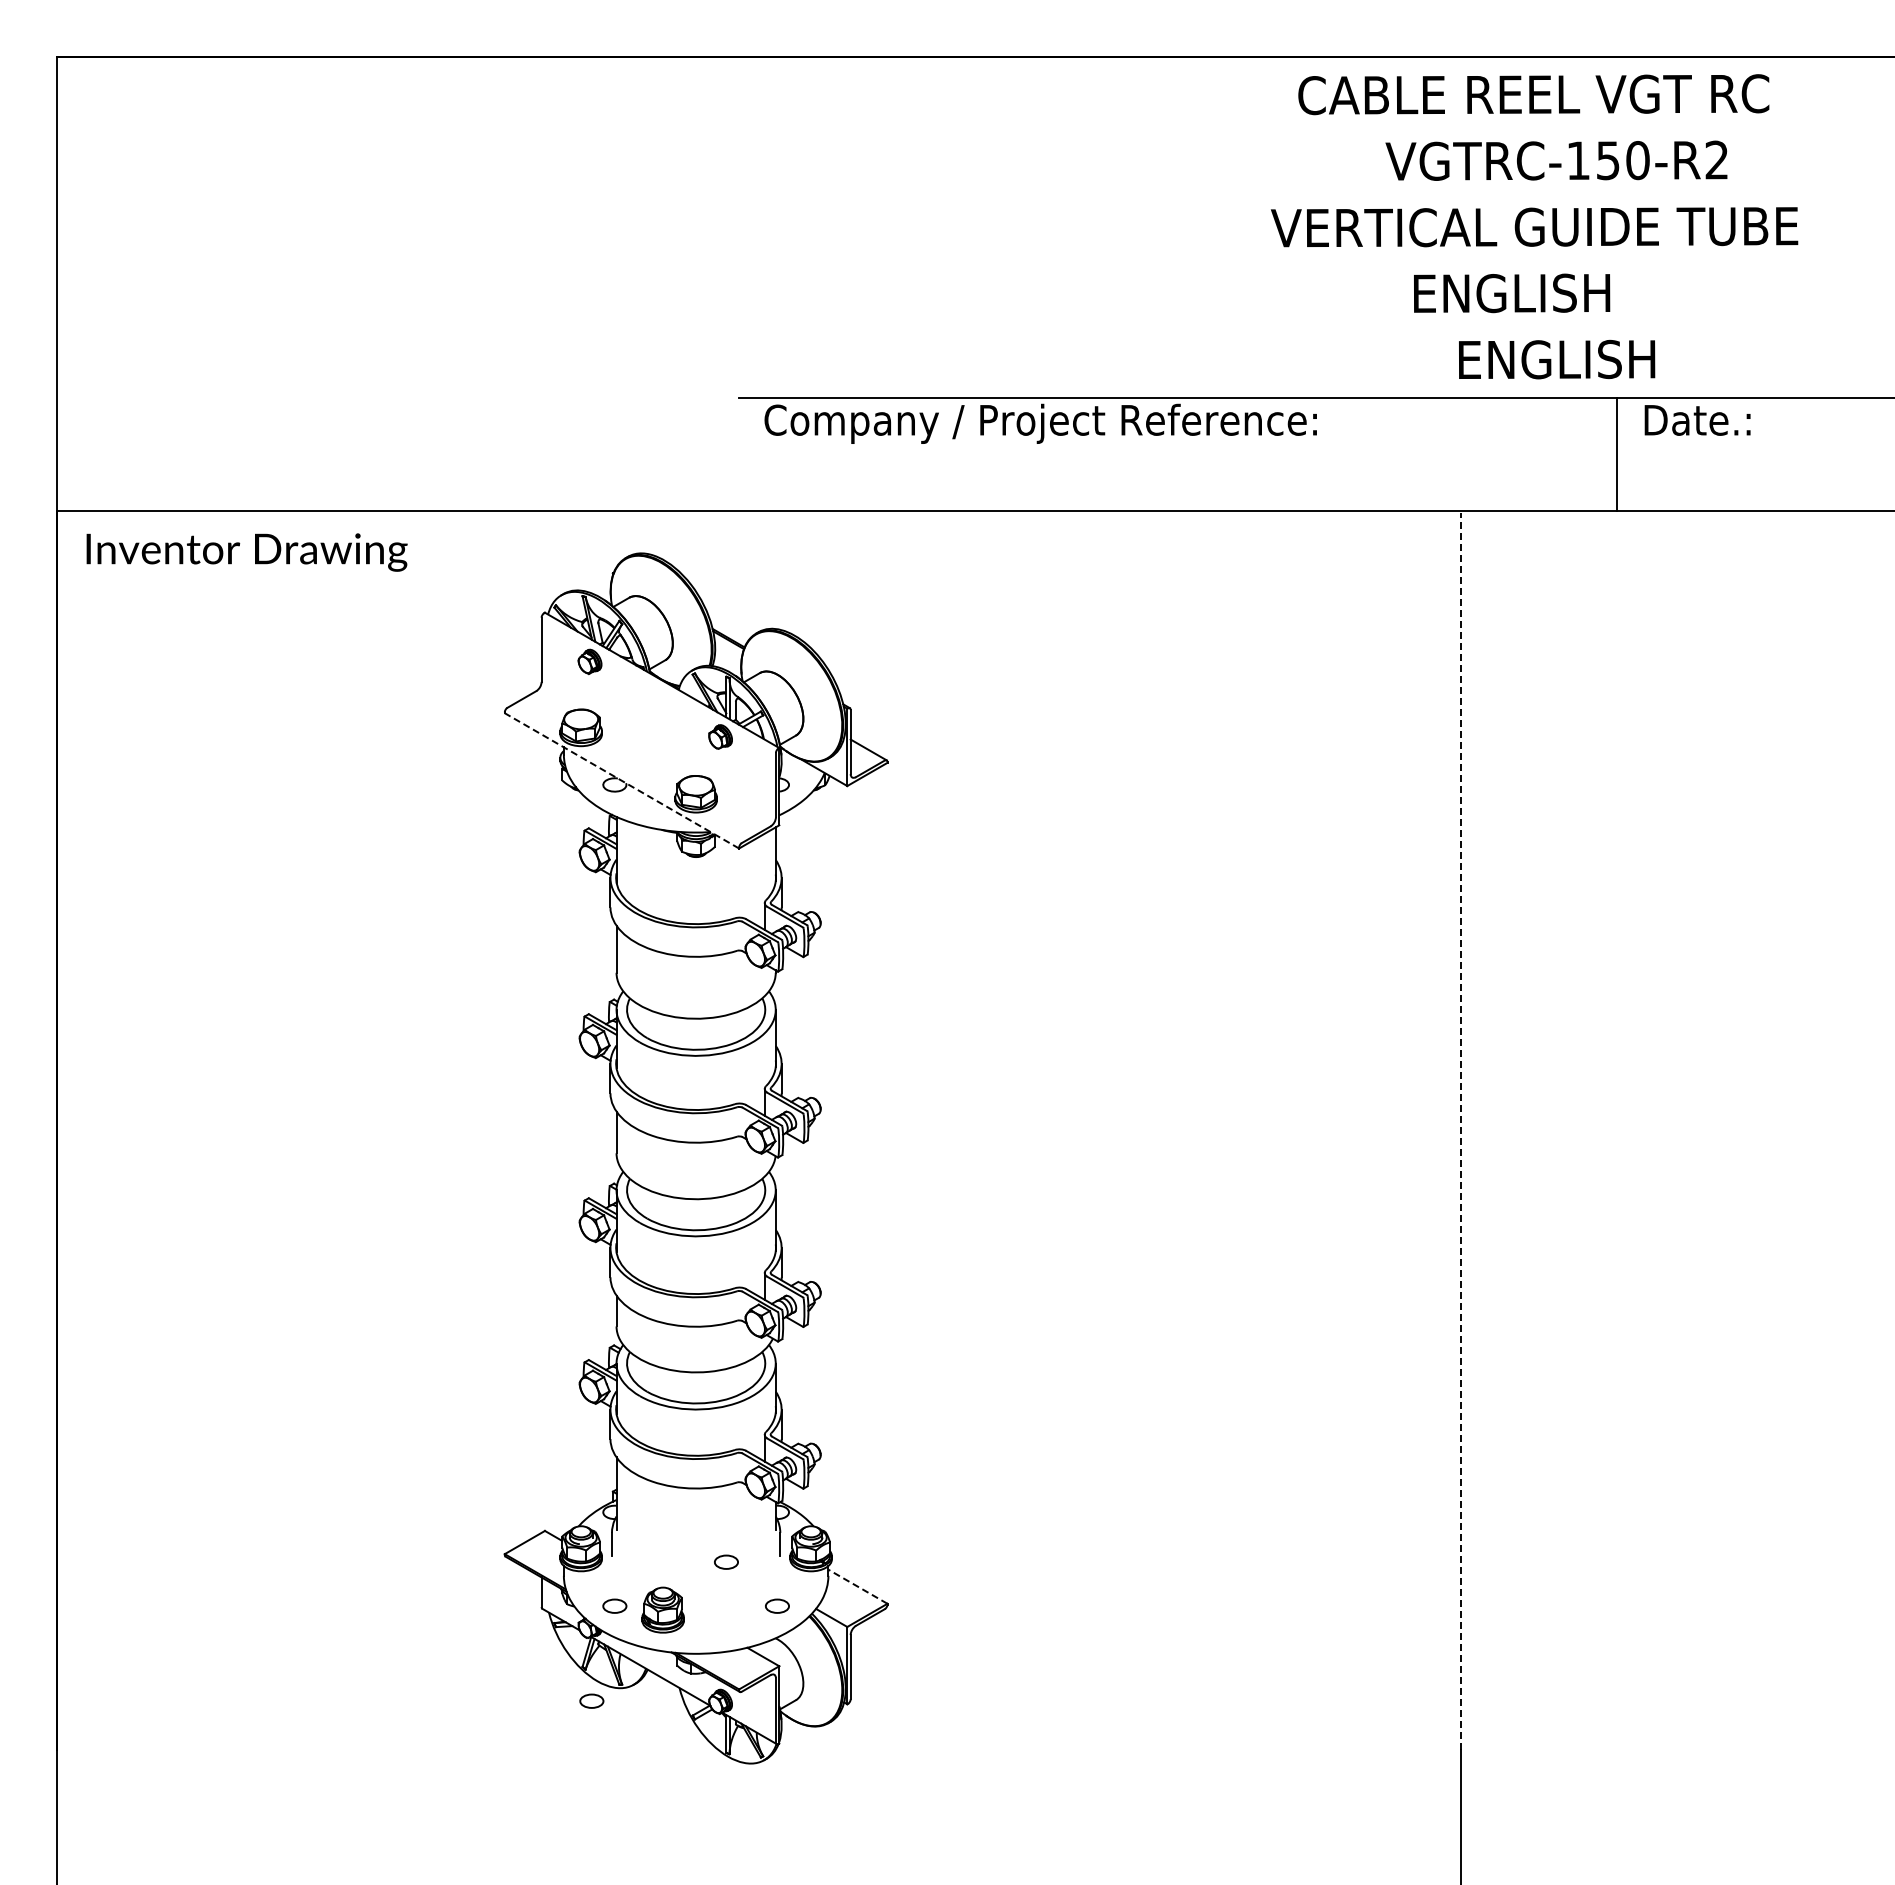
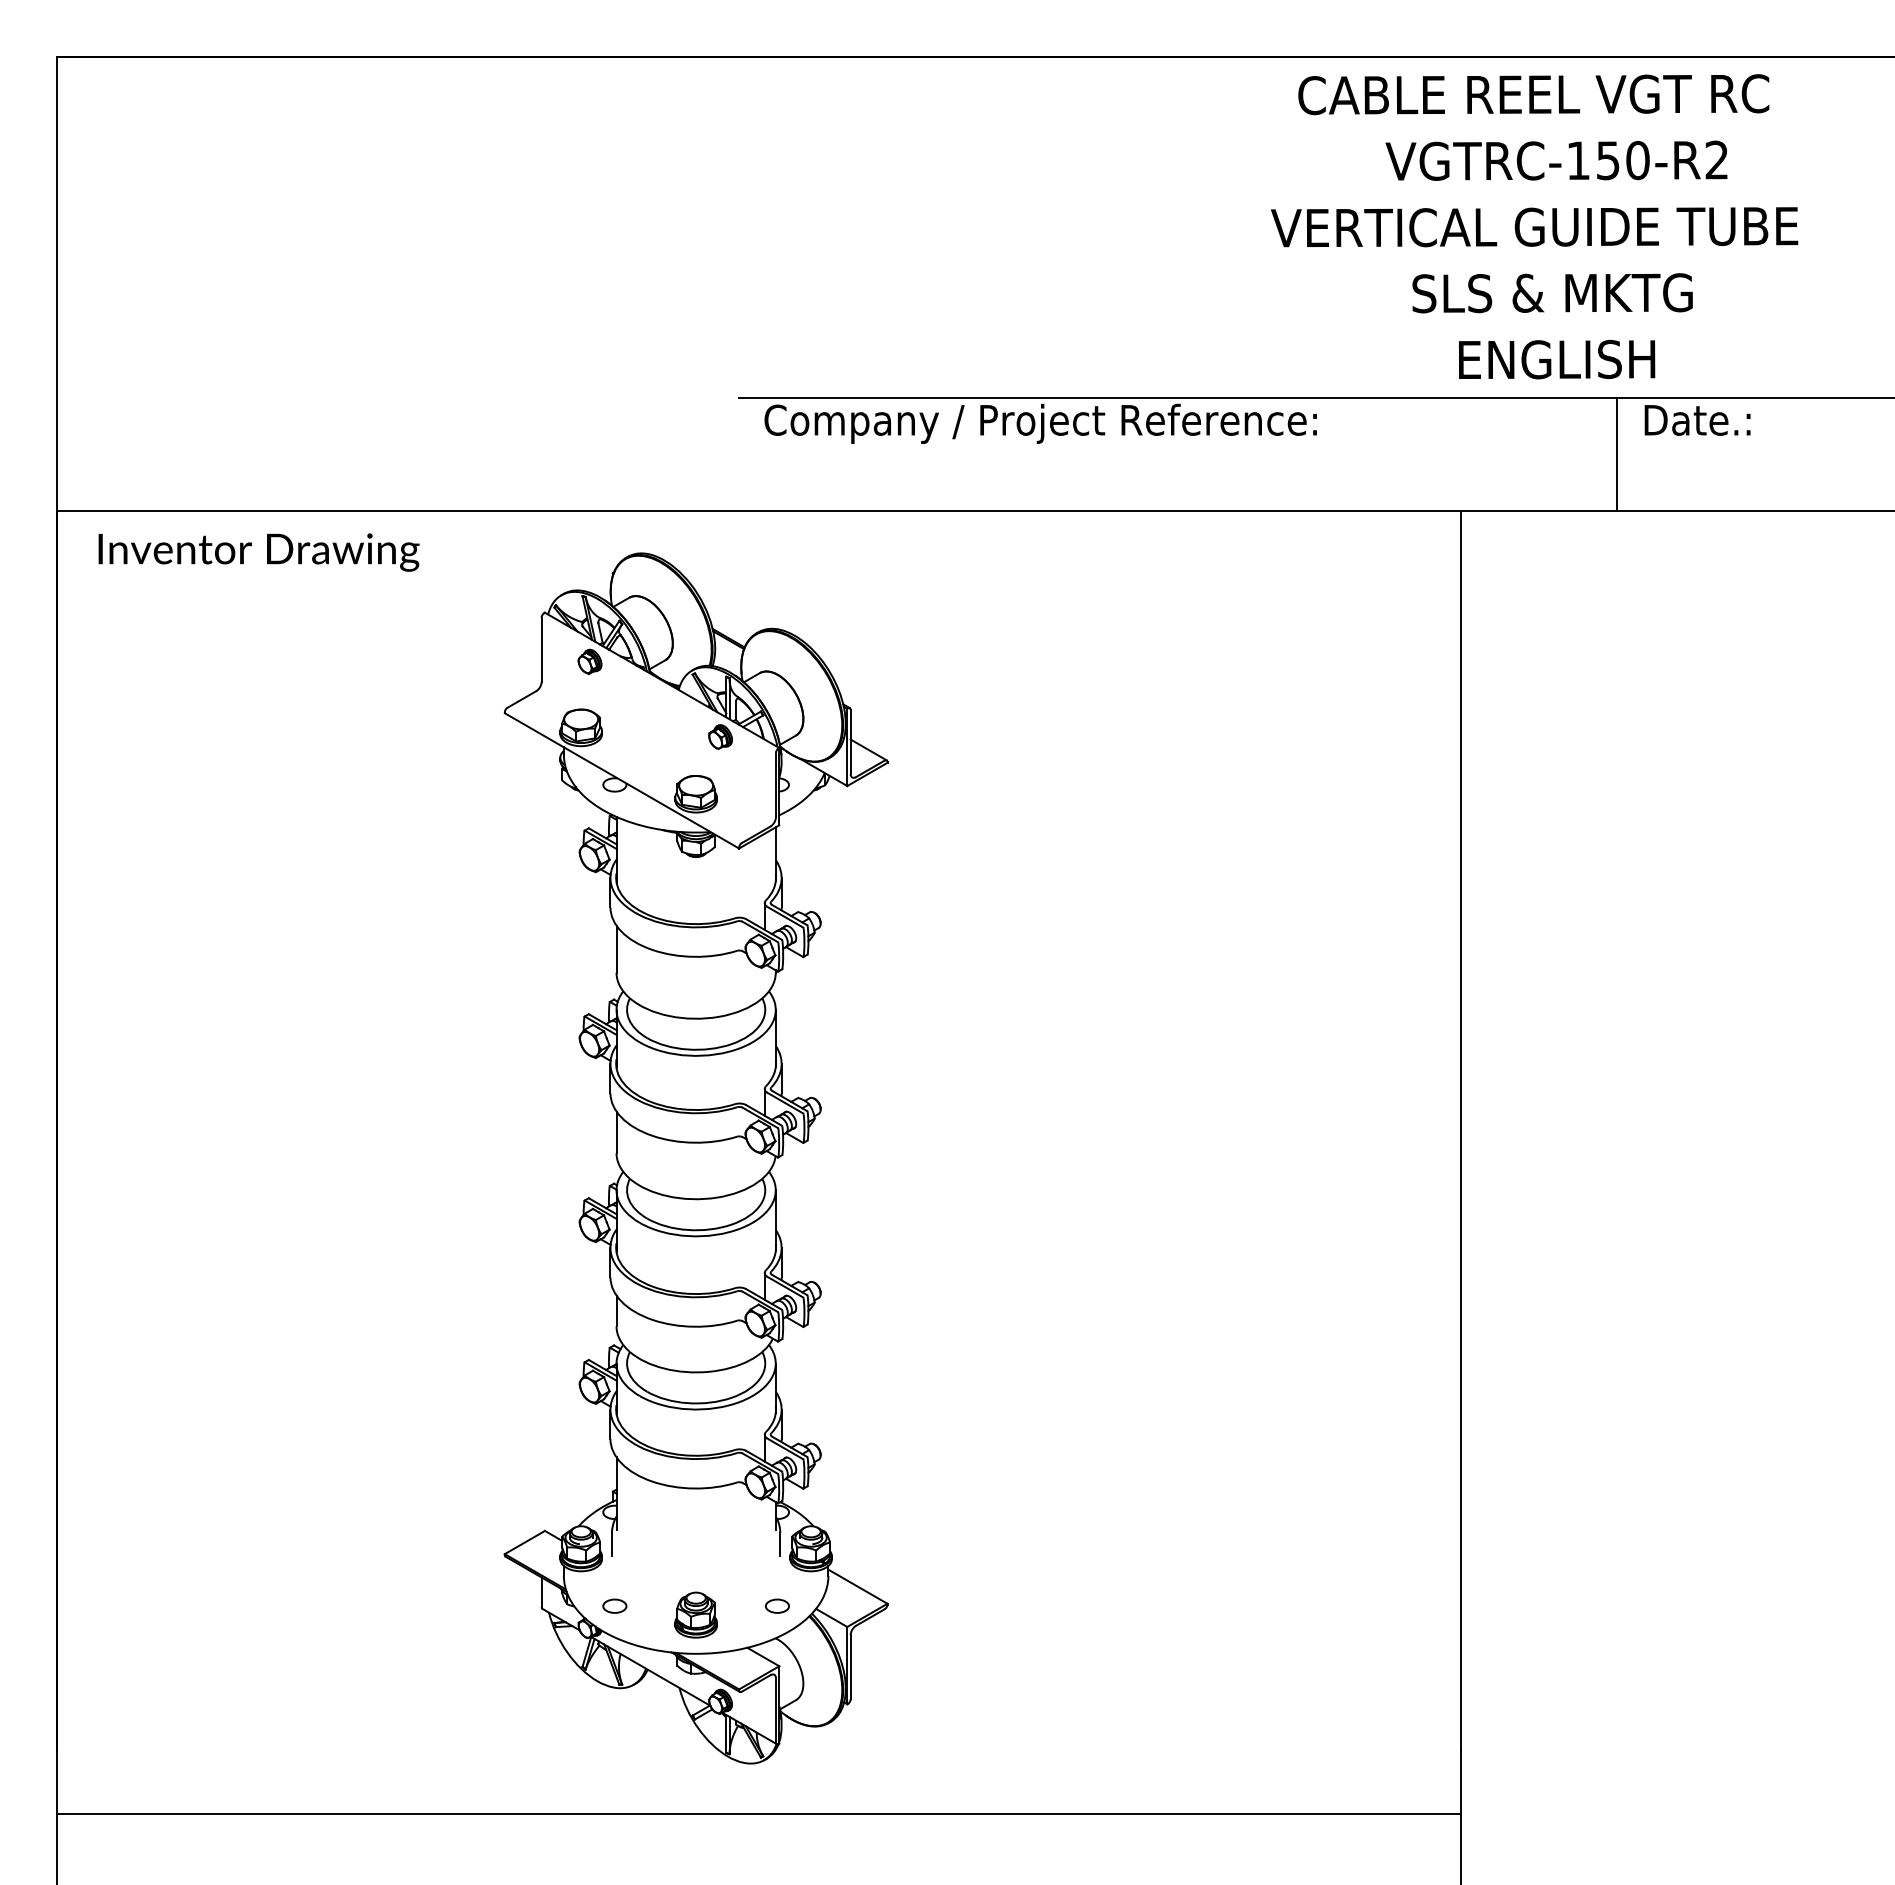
text at (1552, 293): ENGLISH -> SLS & MKTG
text at (246, 552) position: (246, 552) -> (258, 552)
line at (621, 780): dashed -> solid
line at (1461, 1131): dashed -> solid
part at (726, 1561): present -> none
line at (857, 1586): dashed -> solid
part at (662, 1609) position: (662, 1609) -> (695, 1614)
part at (591, 1700): present -> none
line at (758, 1813): none -> present
